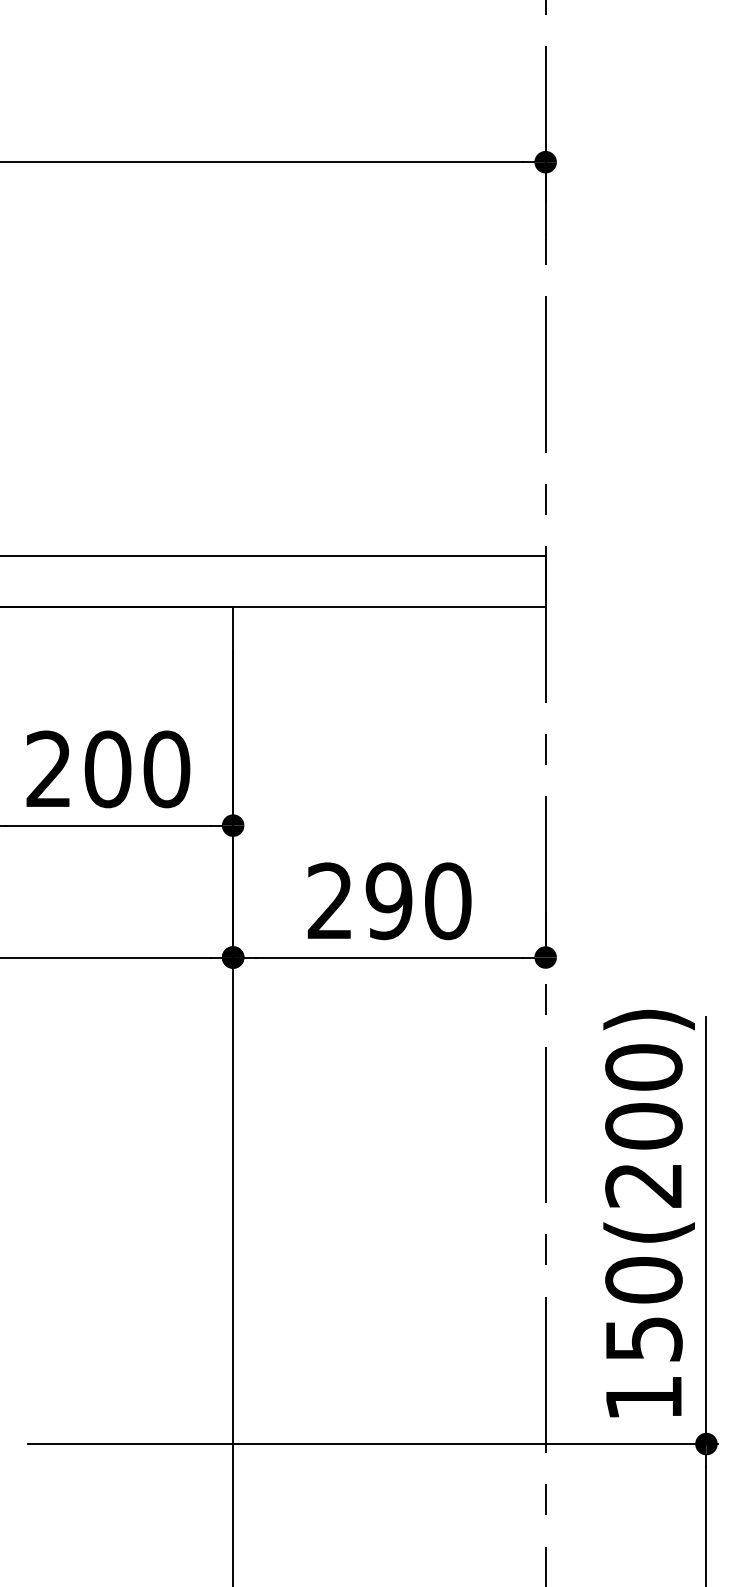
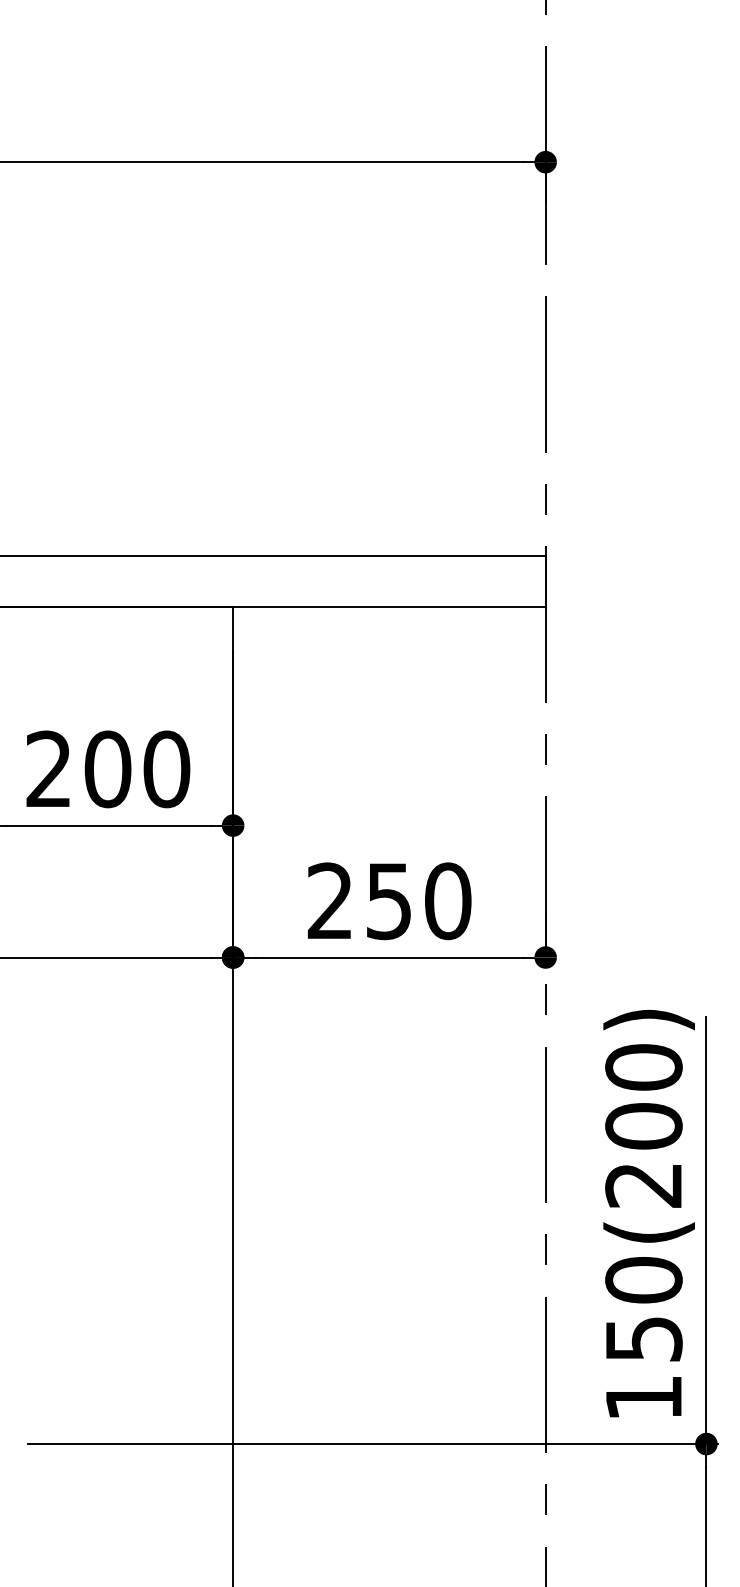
text at (388, 900): 290 -> 250
